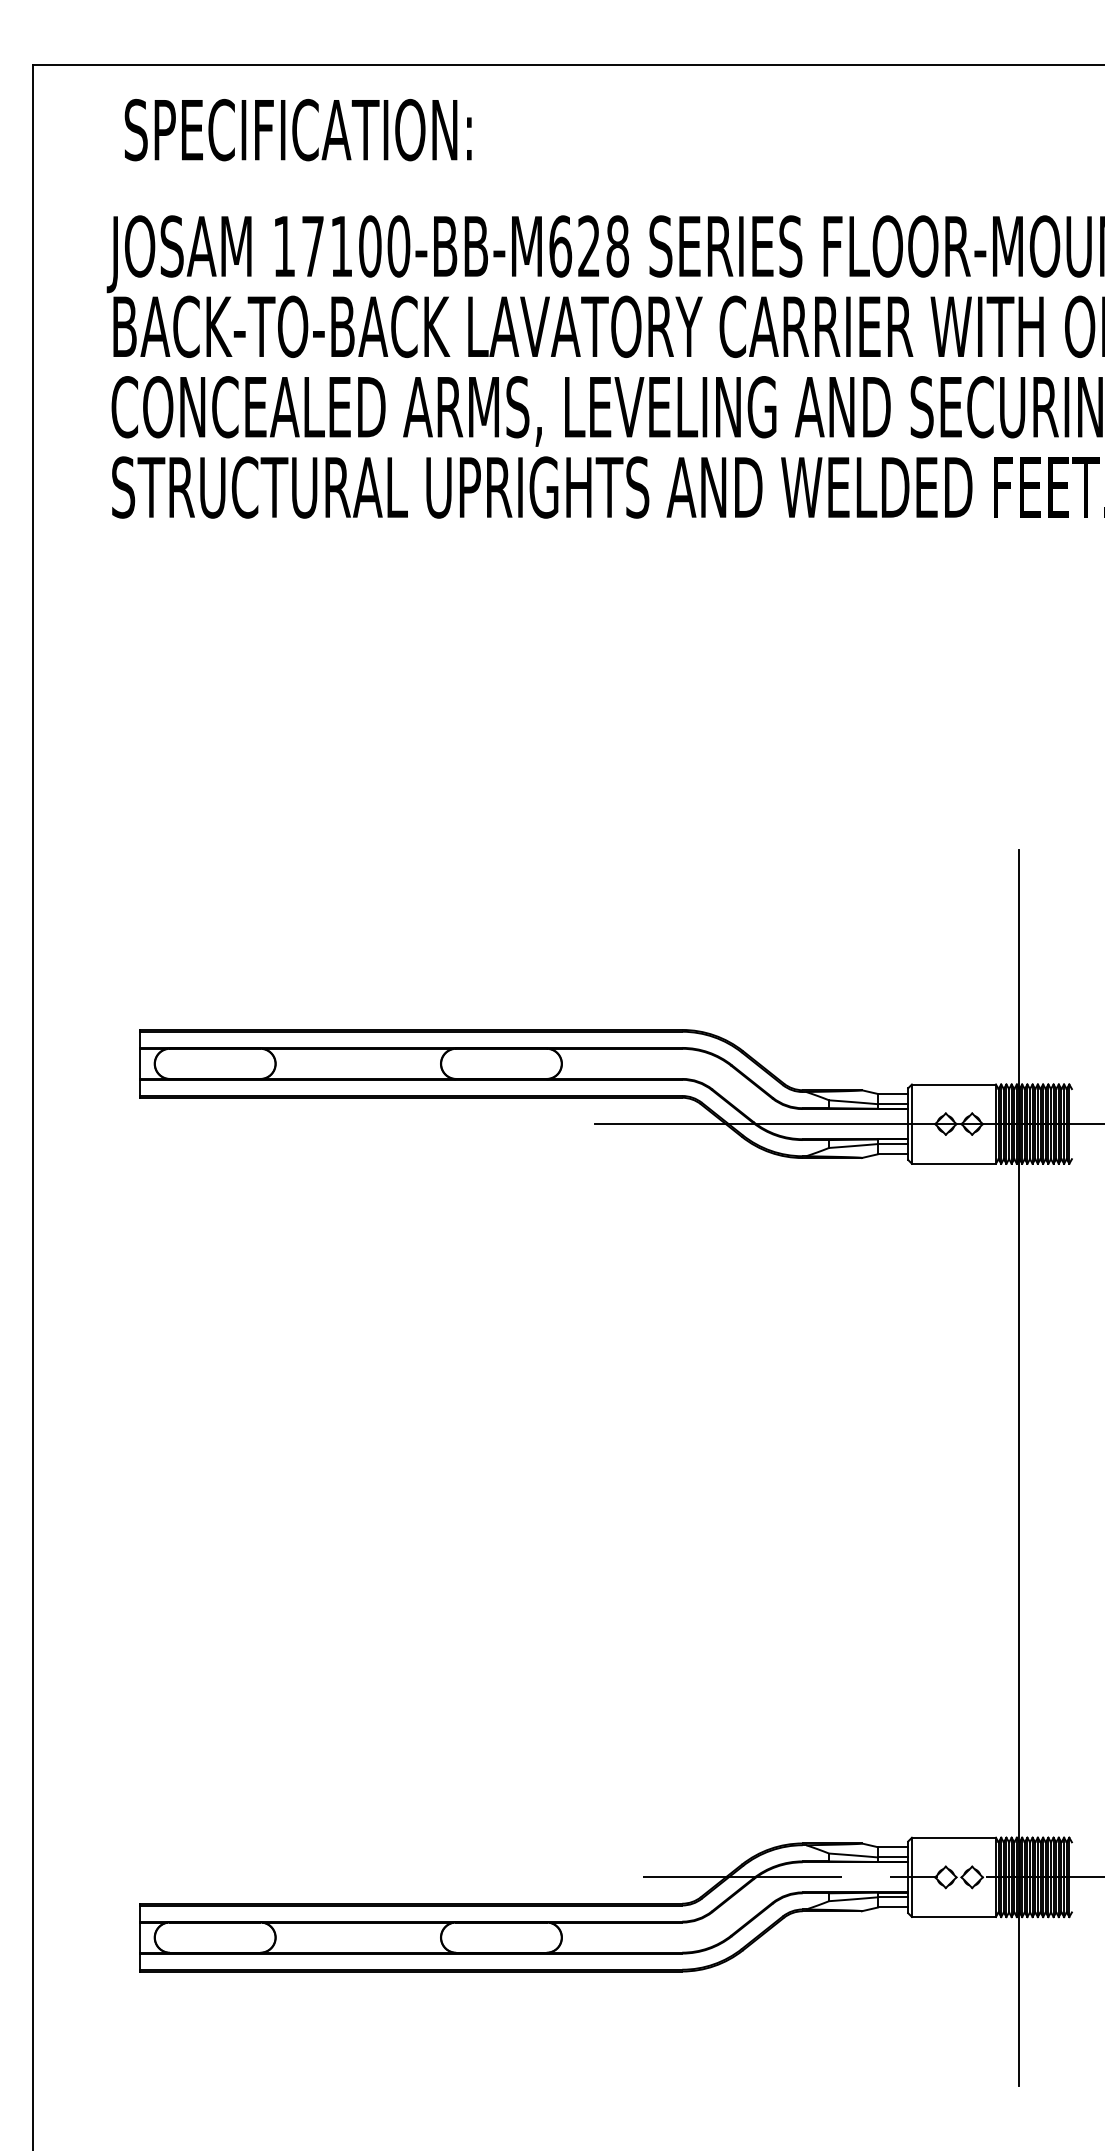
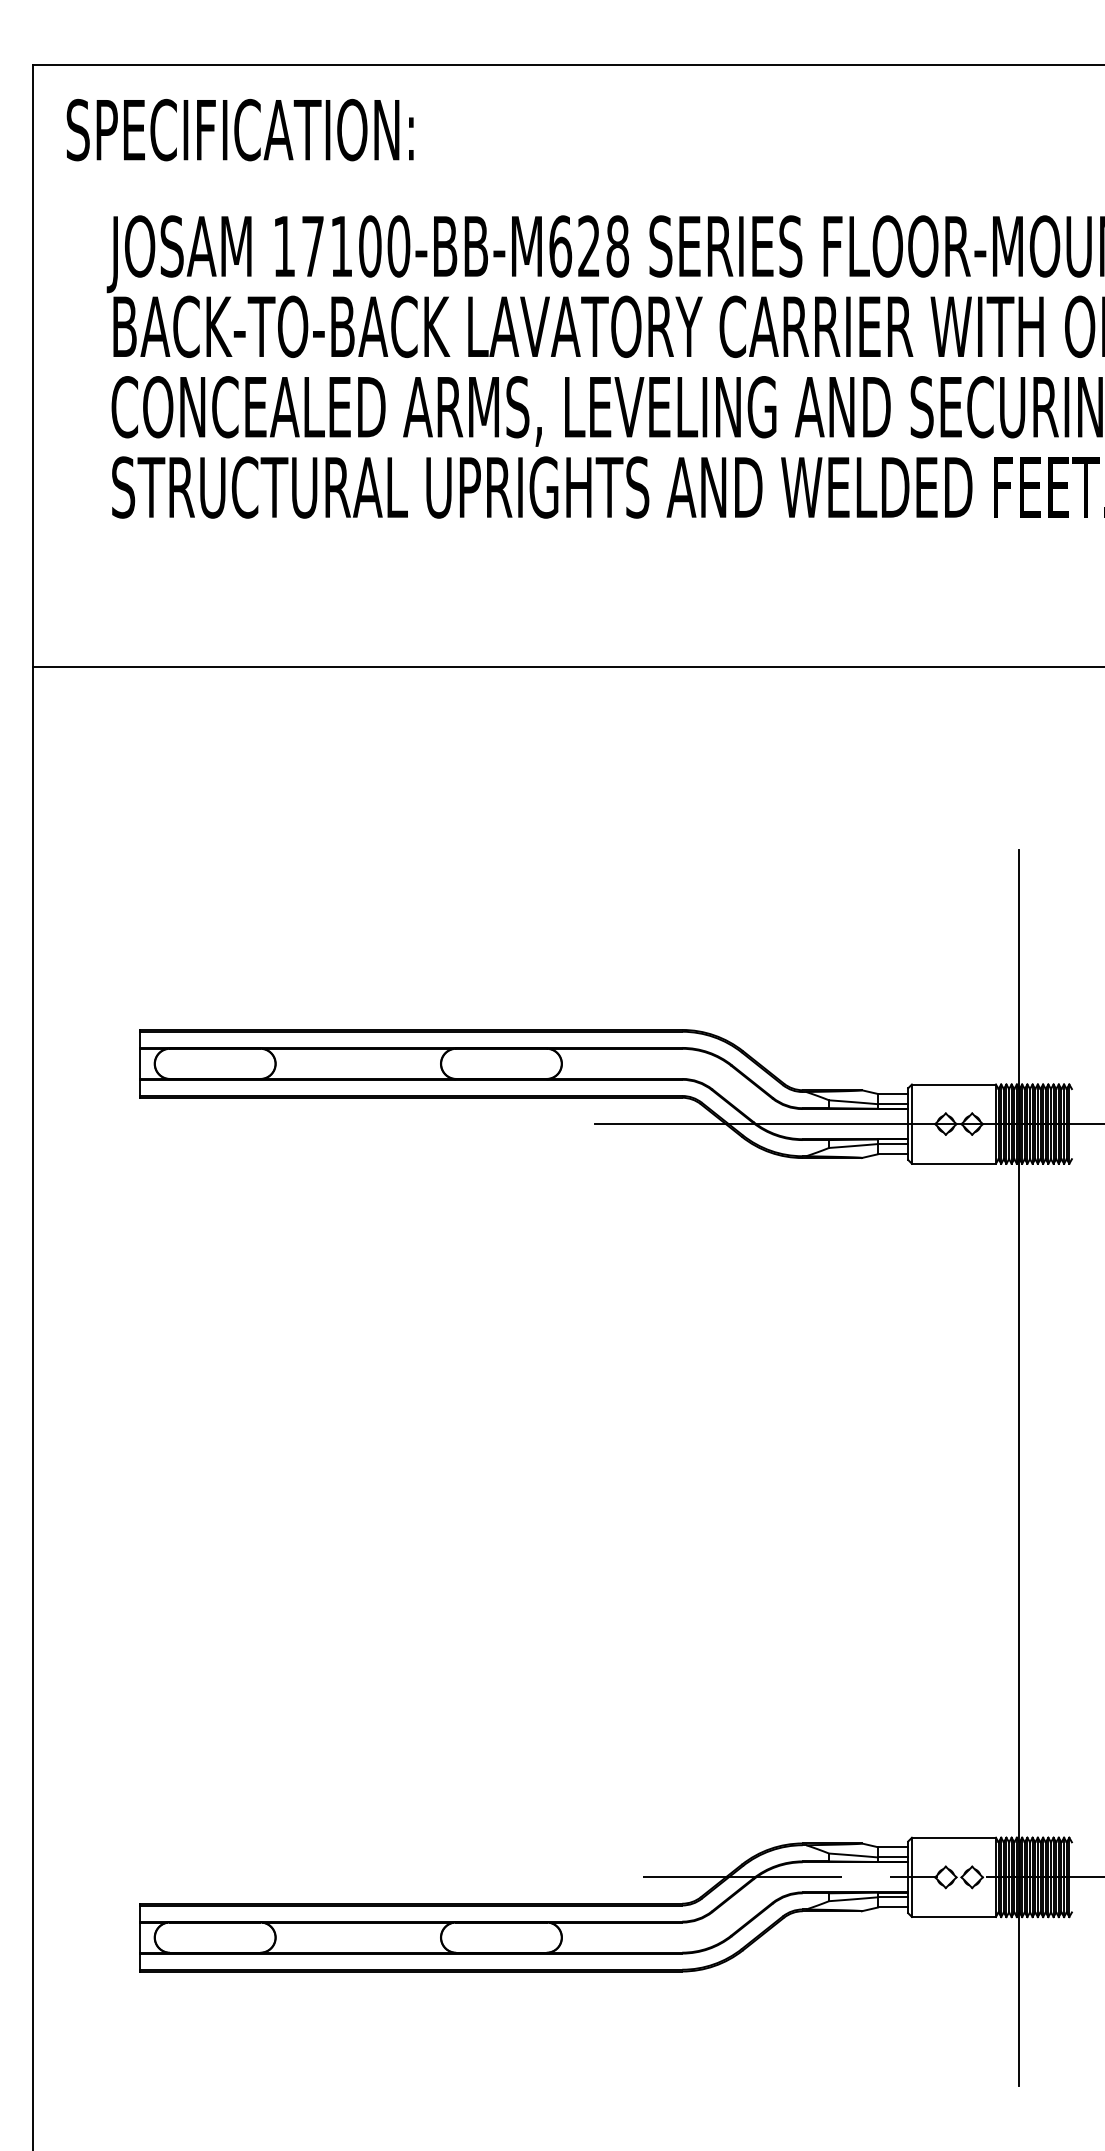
text at (297, 130) position: (297, 130) -> (239, 130)
line at (567, 667): none -> present
